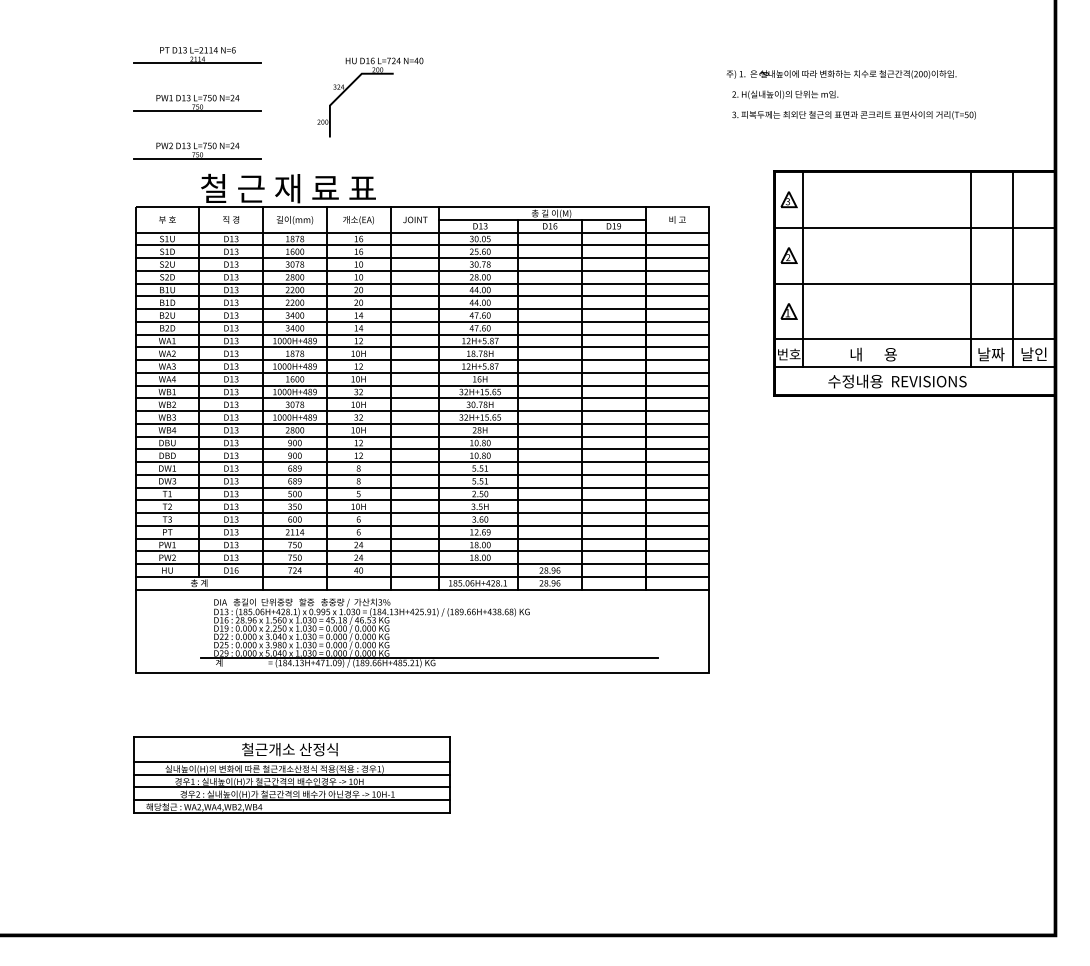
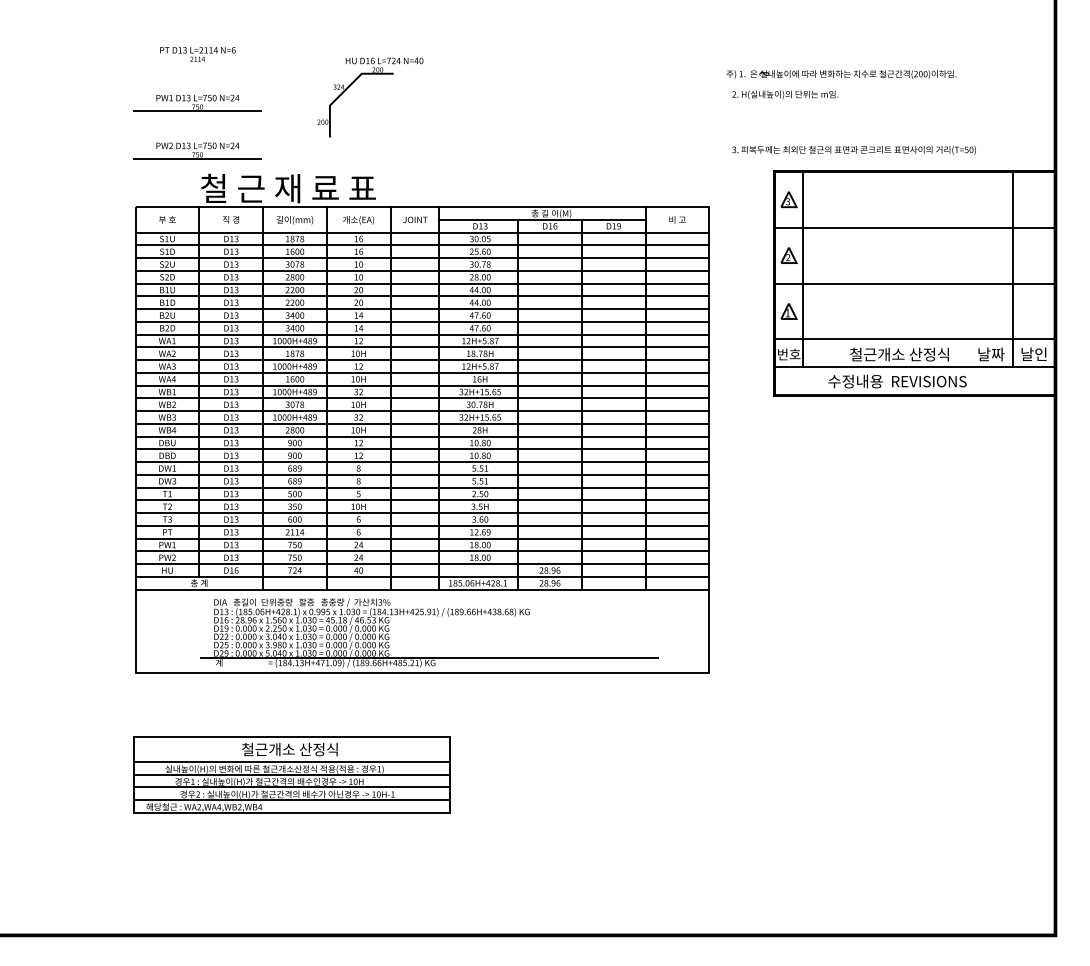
line at (197, 63): present -> none
text at (853, 115) position: (853, 115) -> (853, 150)
line at (970, 269): present -> none
text at (899, 354): 내      용 -> 철근개소 산정식
